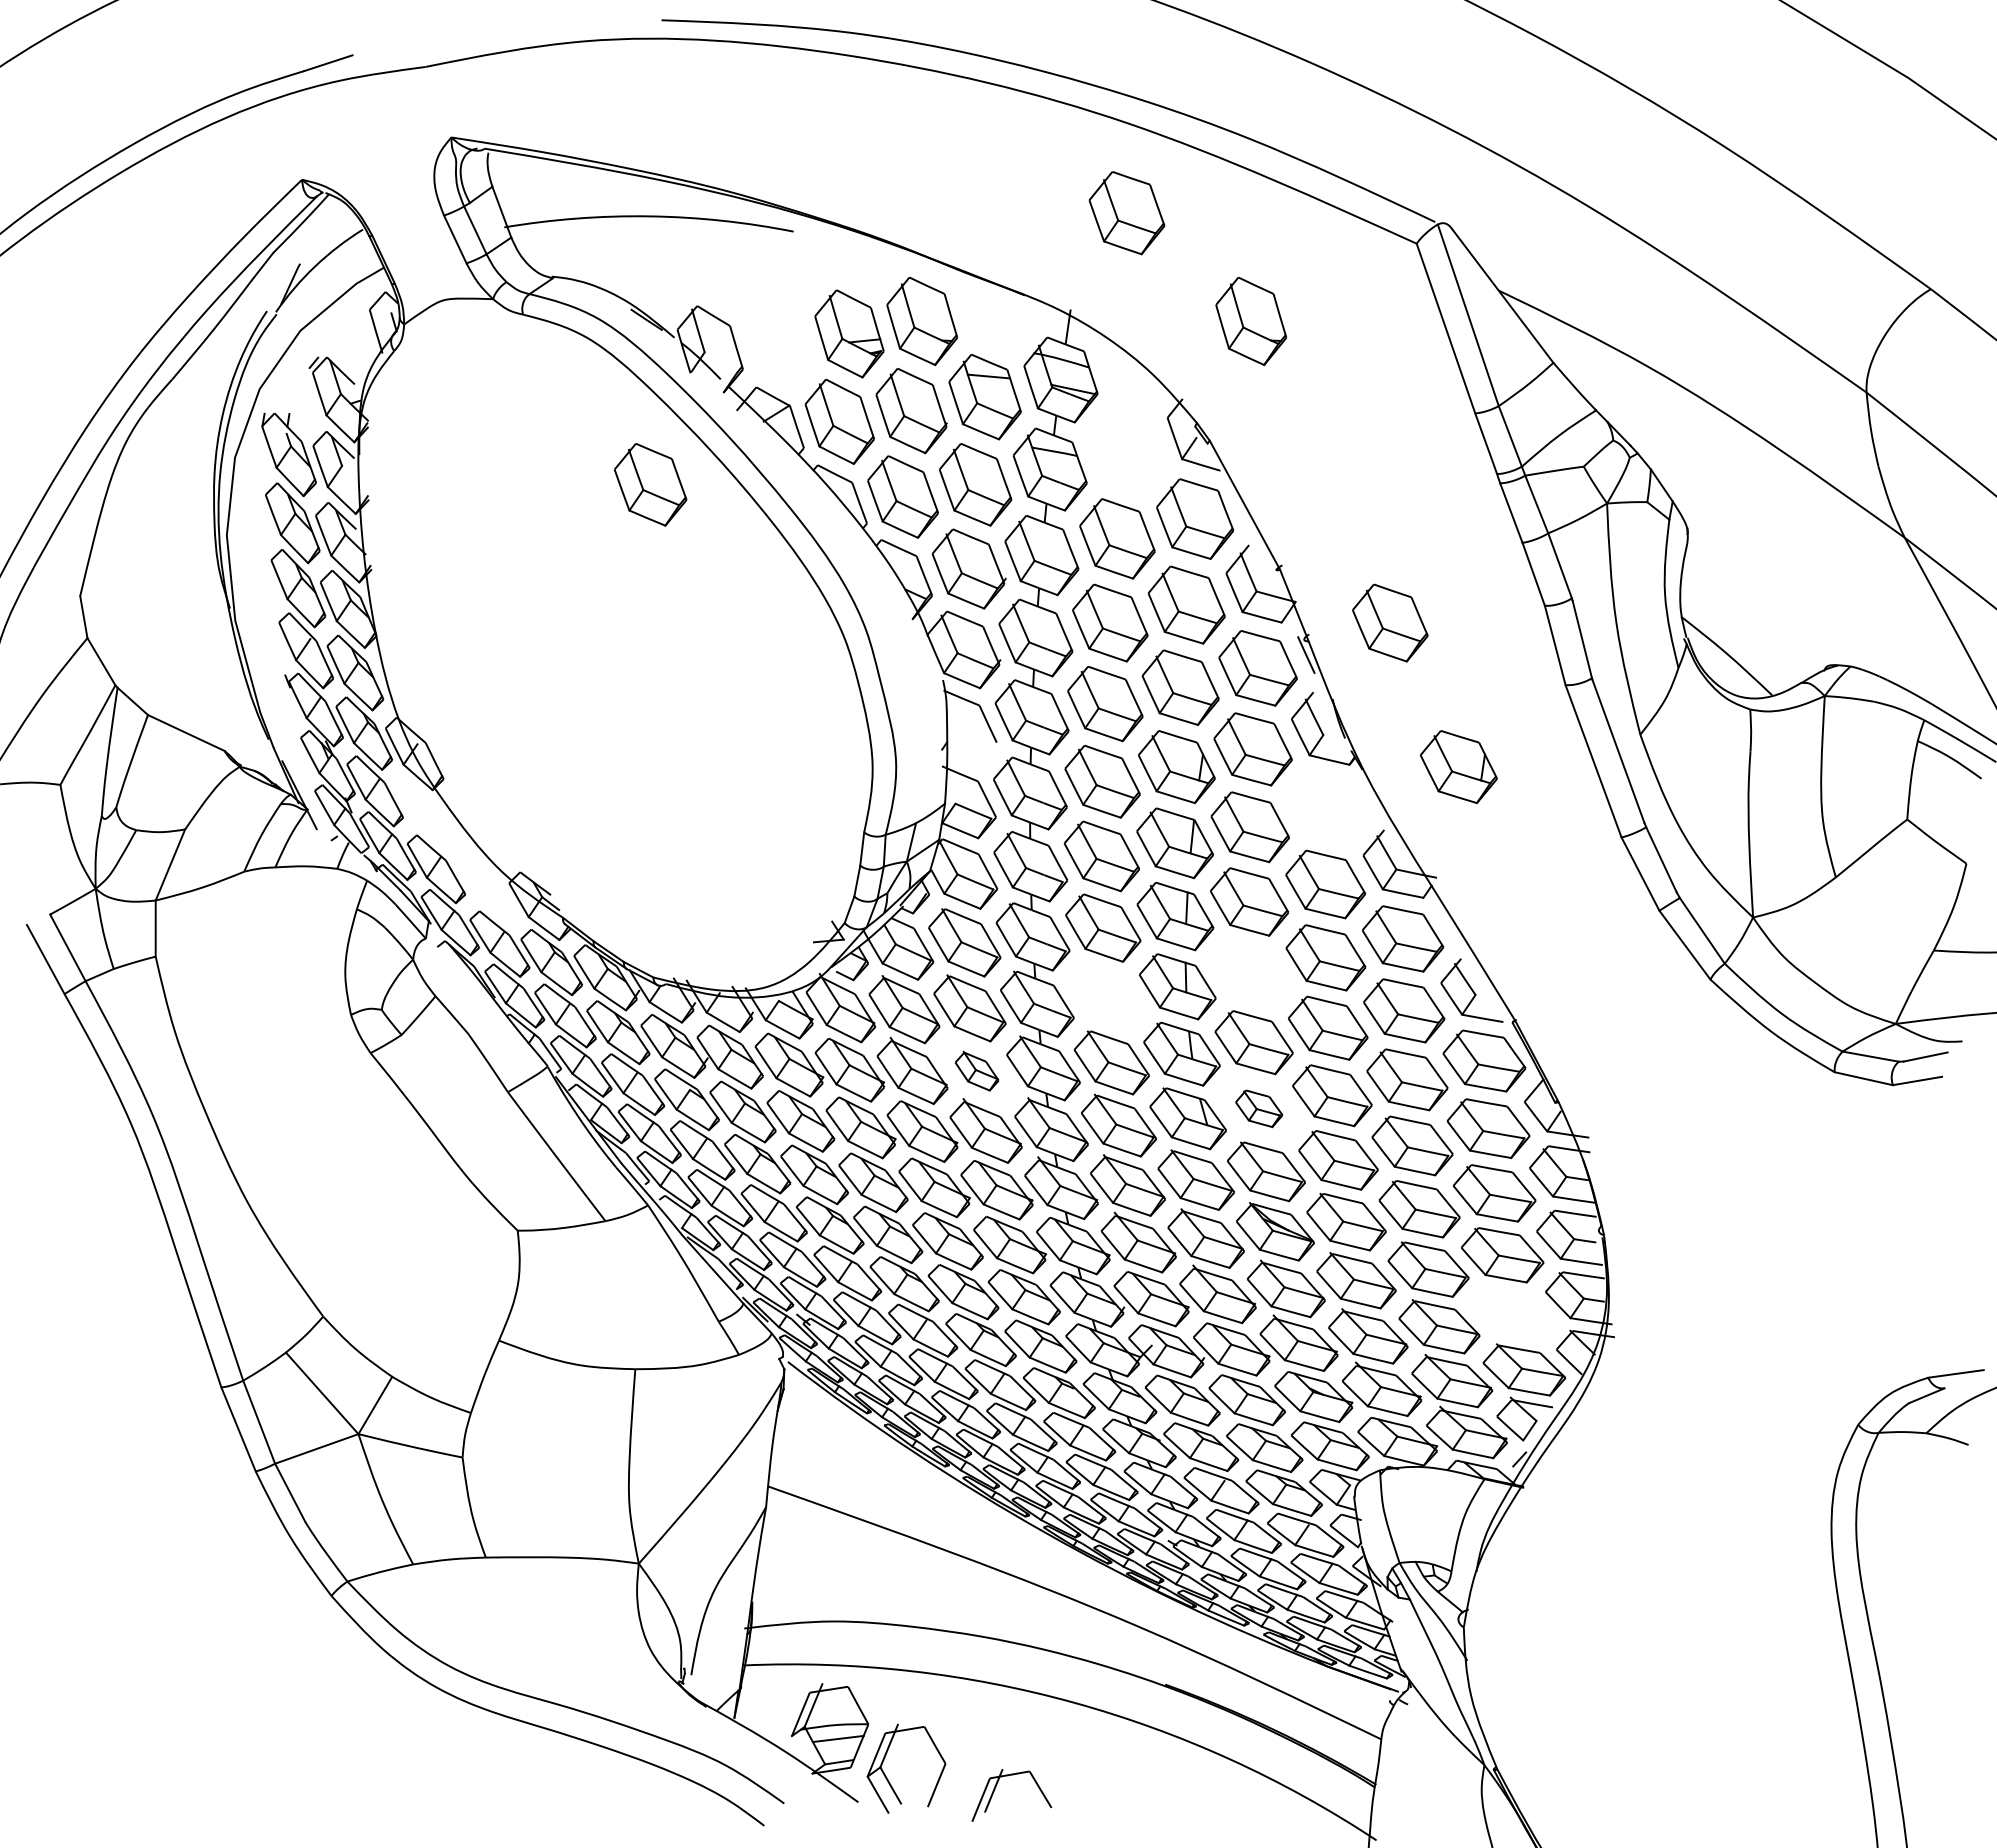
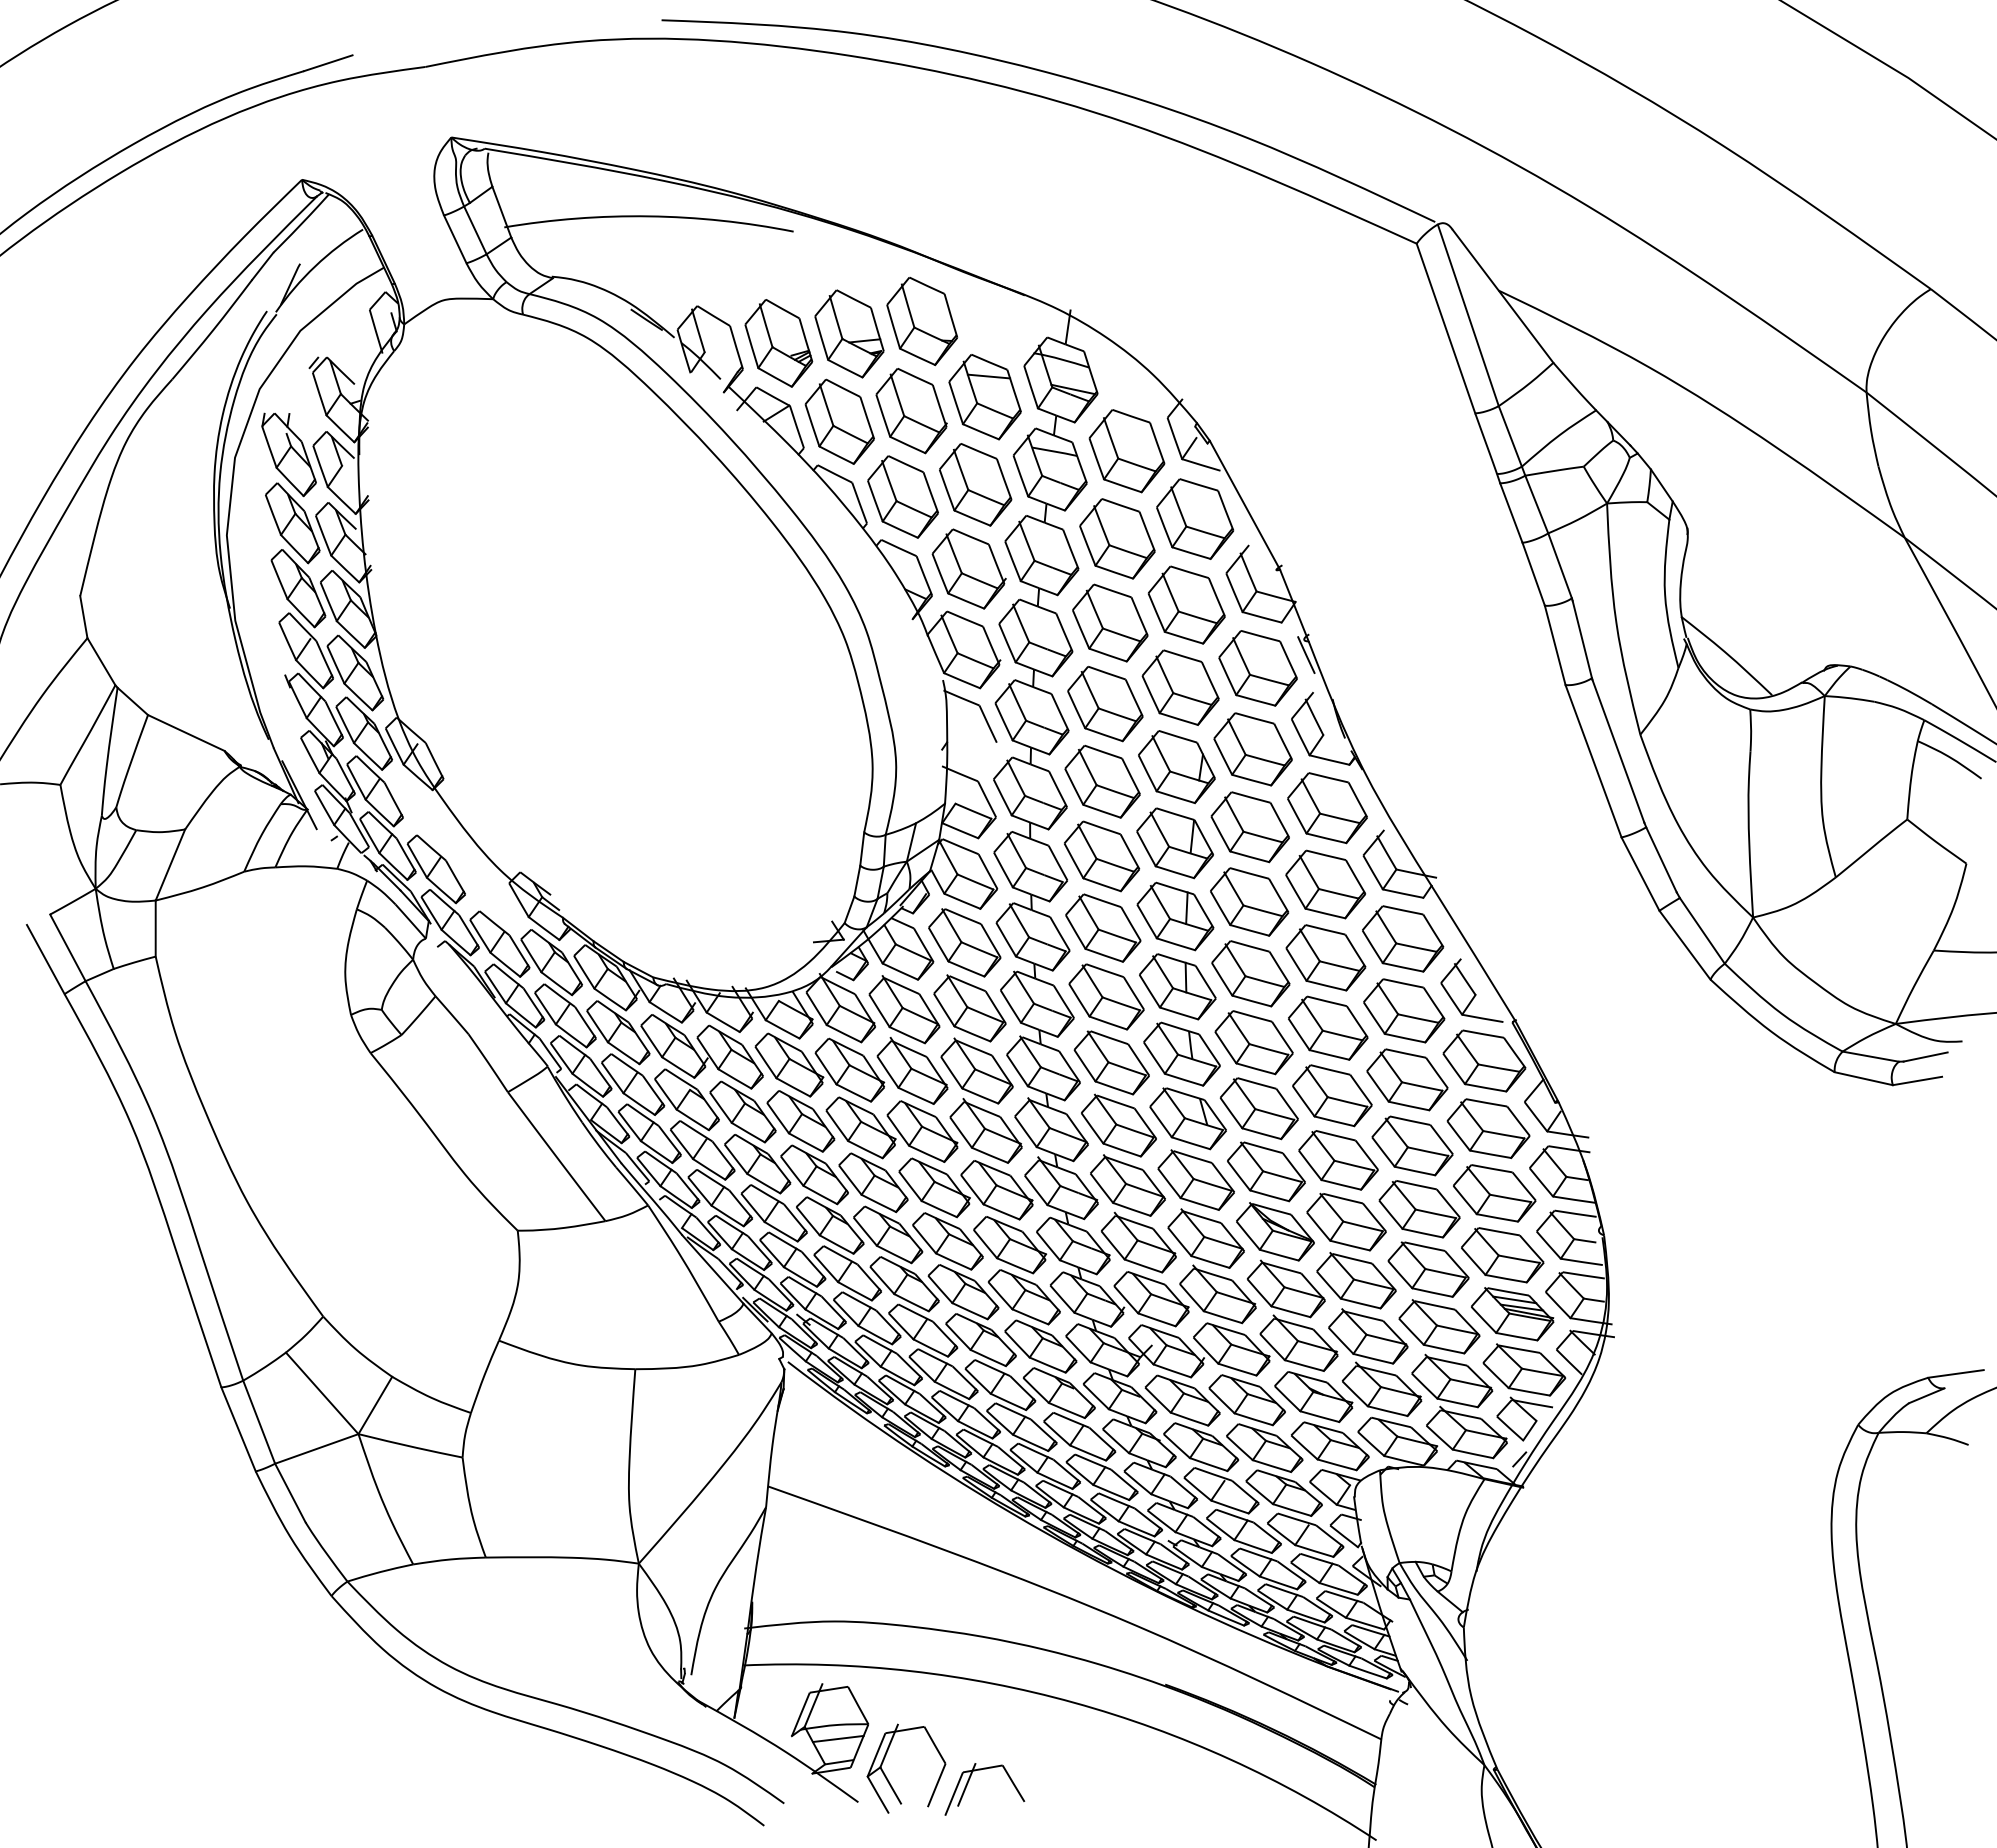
part at (1126, 213) position: (1126, 213) -> (1126, 451)
part at (1251, 321): present -> none
part at (778, 343): none -> present
part at (650, 484): present -> none
part at (1390, 622): present -> none
part at (1458, 767): present -> none
part at (1327, 808): none -> present
part at (1250, 973): none -> present
part at (1106, 996): none -> present
part at (977, 1070) size: 45x42 px -> 74x68 px
part at (1259, 1108) size: 49x40 px -> 80x64 px
part at (1512, 1314): none -> present
part at (996, 1787) position: (996, 1787) -> (969, 1781)
